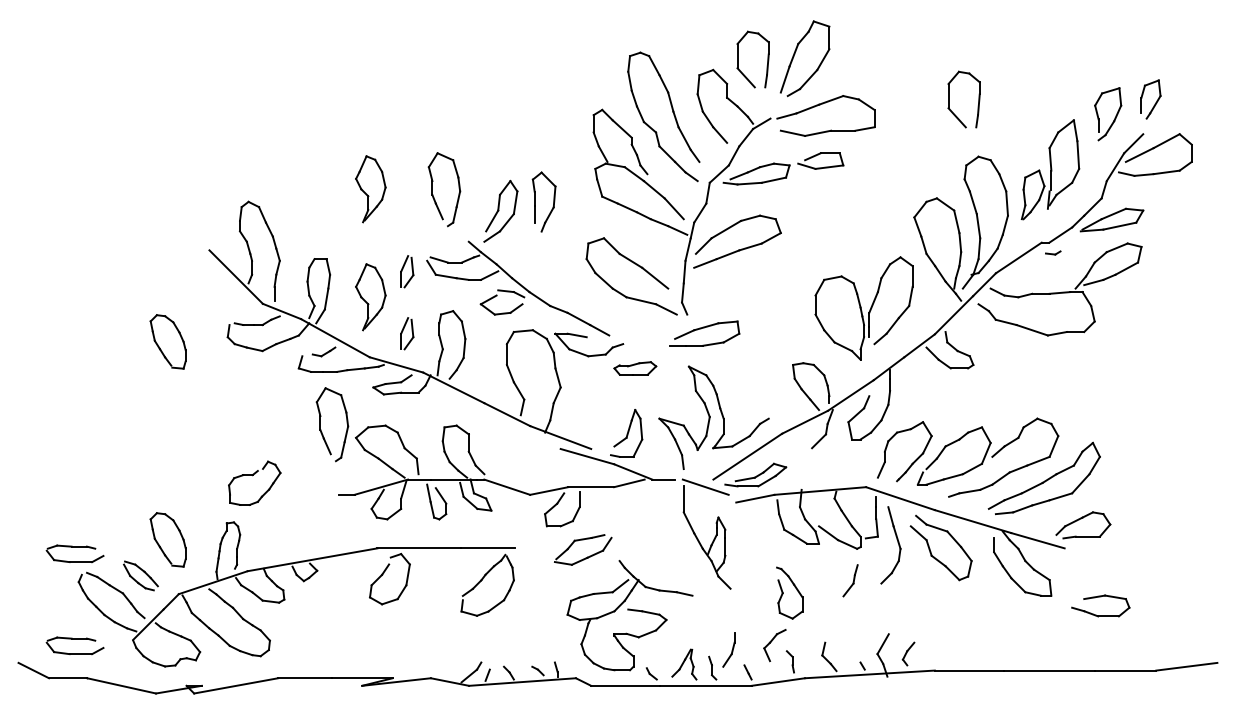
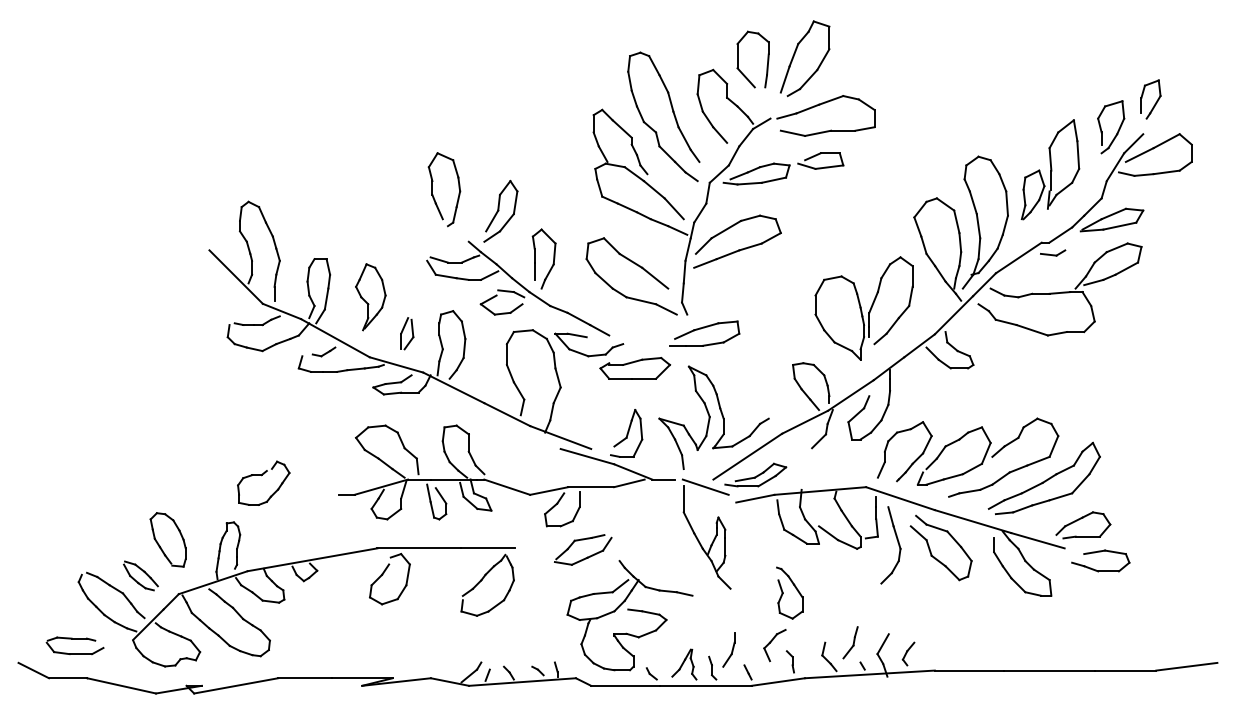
part at (949, 99): present -> none
part at (1114, 117) position: (1114, 117) -> (1117, 130)
part at (370, 189): present -> none
part at (535, 201) position: (535, 201) -> (535, 258)
part at (1053, 252) size: 17x6 px -> 27x8 px
part at (407, 271): present -> none
part at (167, 341): present -> none
part at (635, 368) size: 45x15 px -> 73x23 px
part at (320, 424): present -> none
part at (252, 476) position: (252, 476) -> (261, 476)
part at (74, 553): present -> none
part at (850, 580) position: (850, 580) -> (850, 642)
part at (1100, 597) position: (1100, 597) -> (1100, 552)
